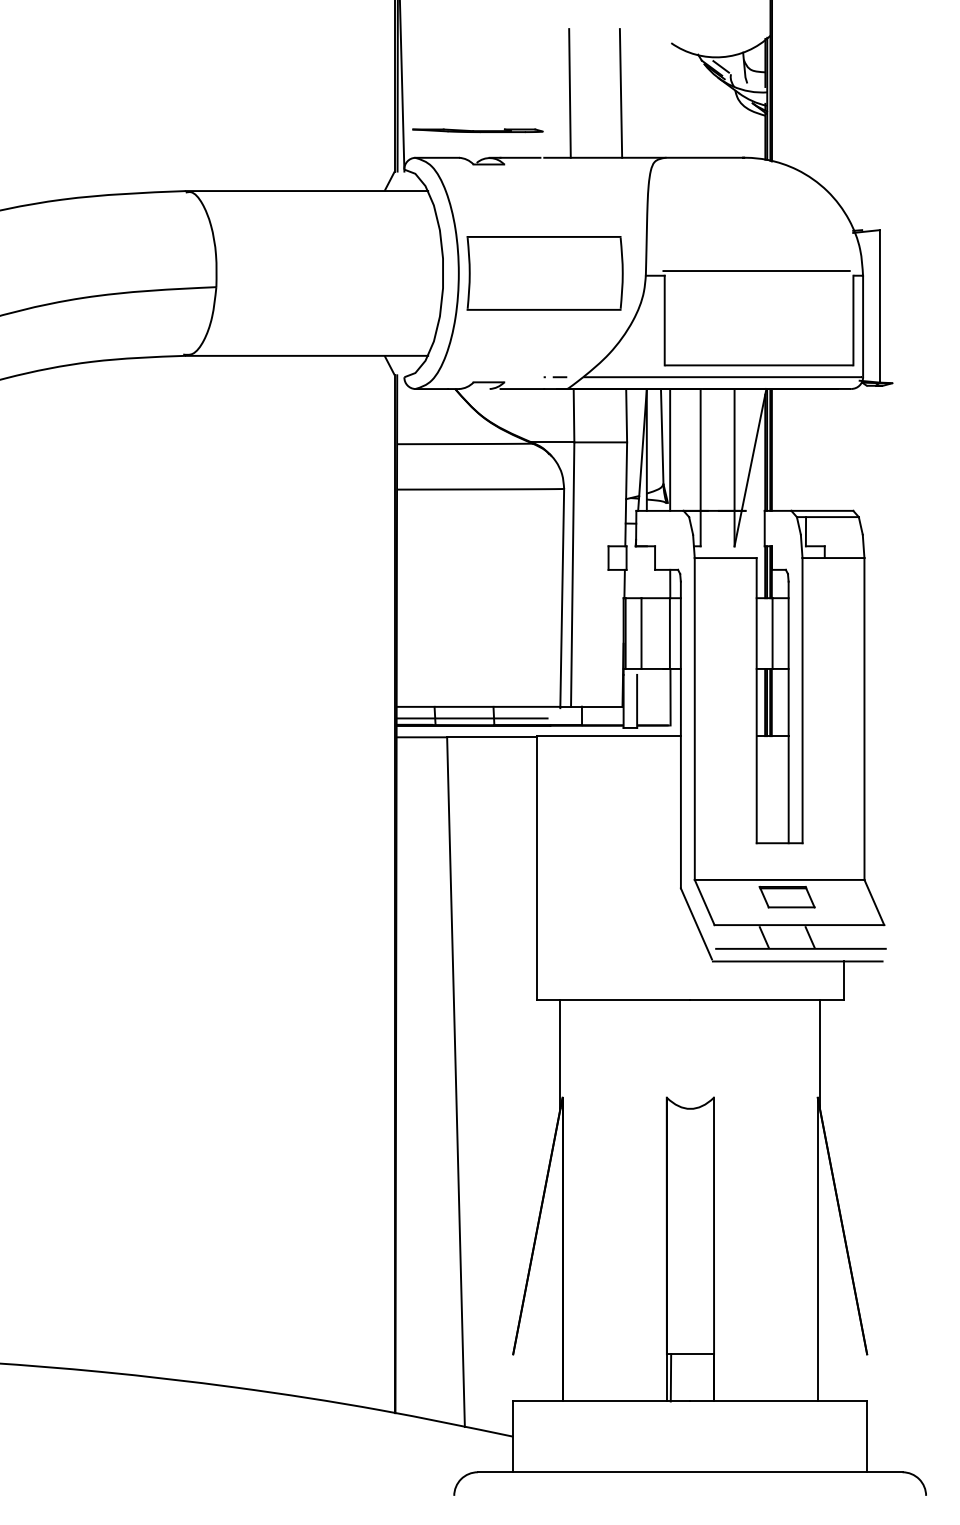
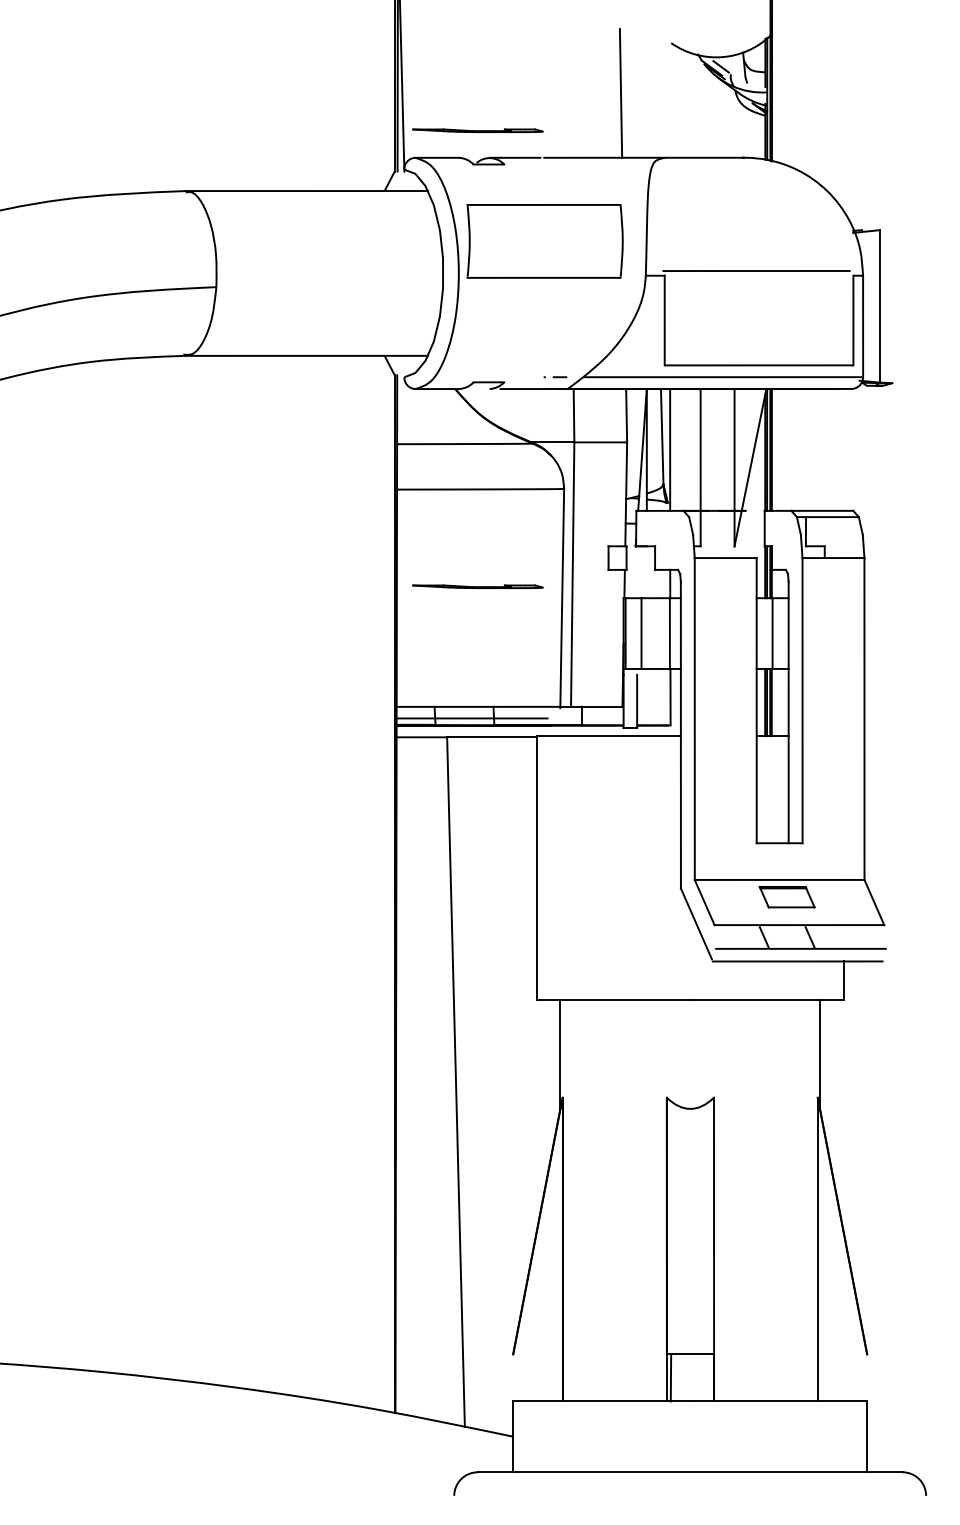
line at (569, 93): present -> none
part at (544, 273) position: (544, 273) -> (544, 241)
part at (477, 586): none -> present
